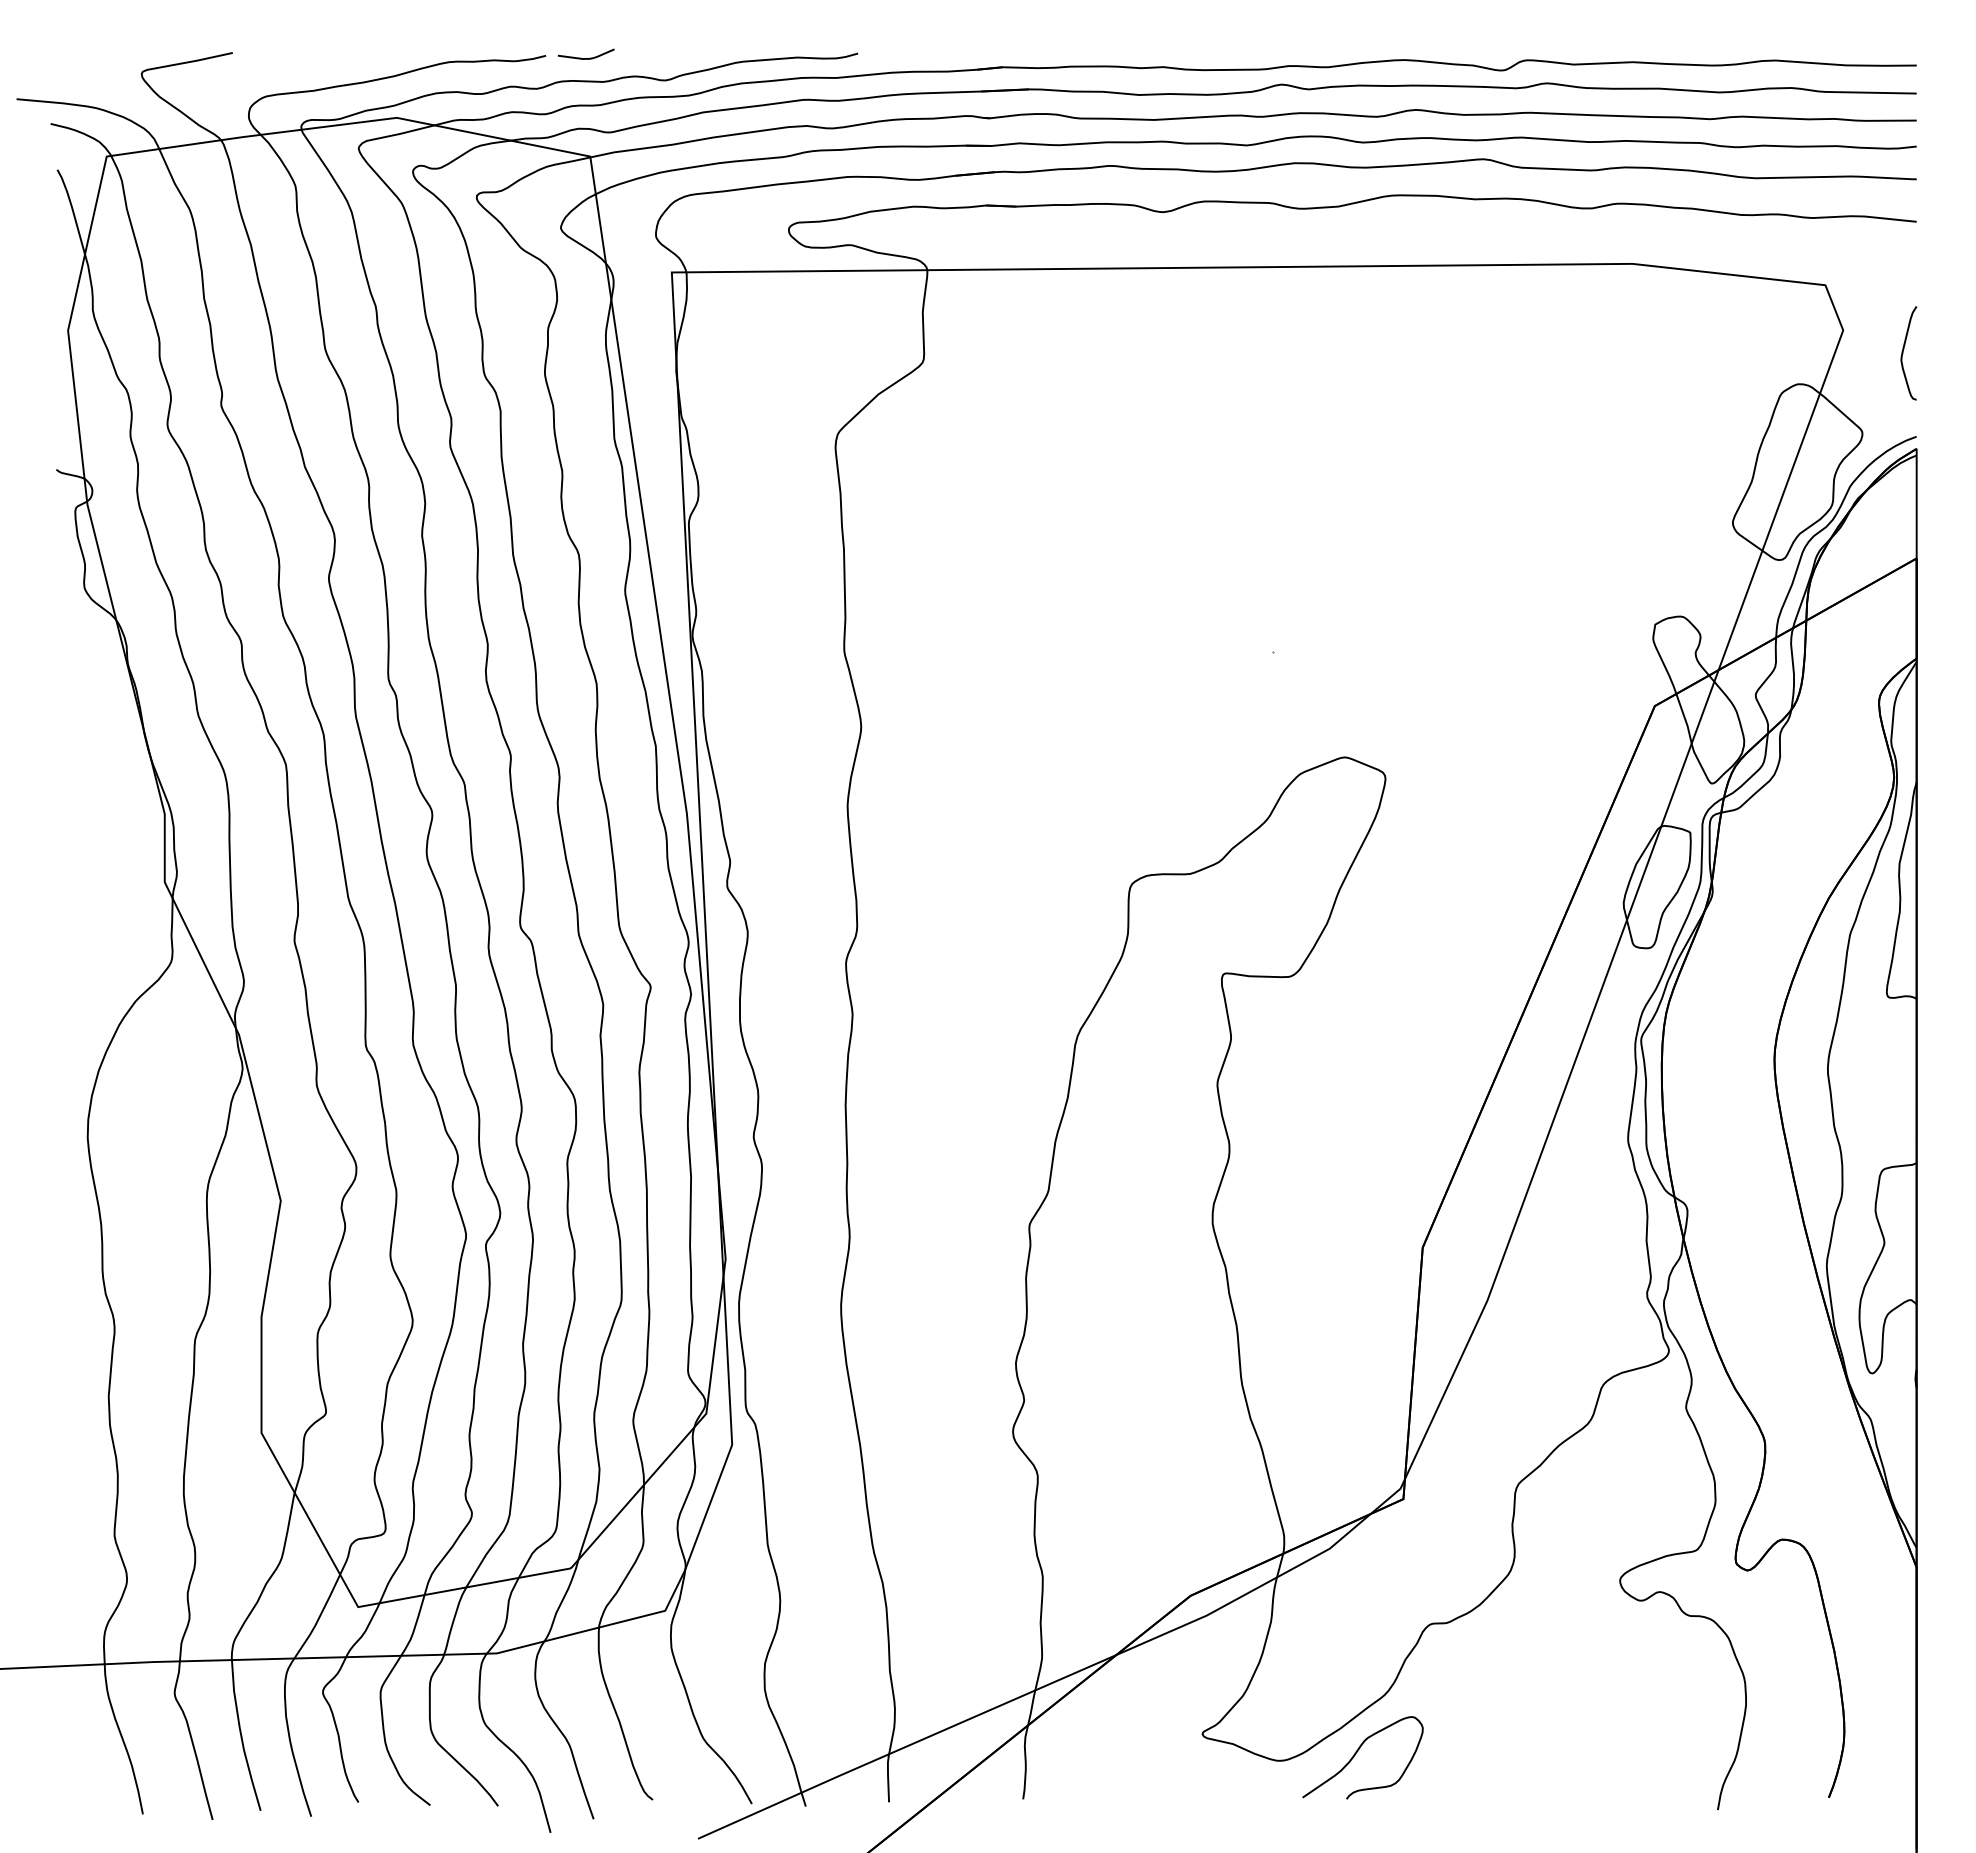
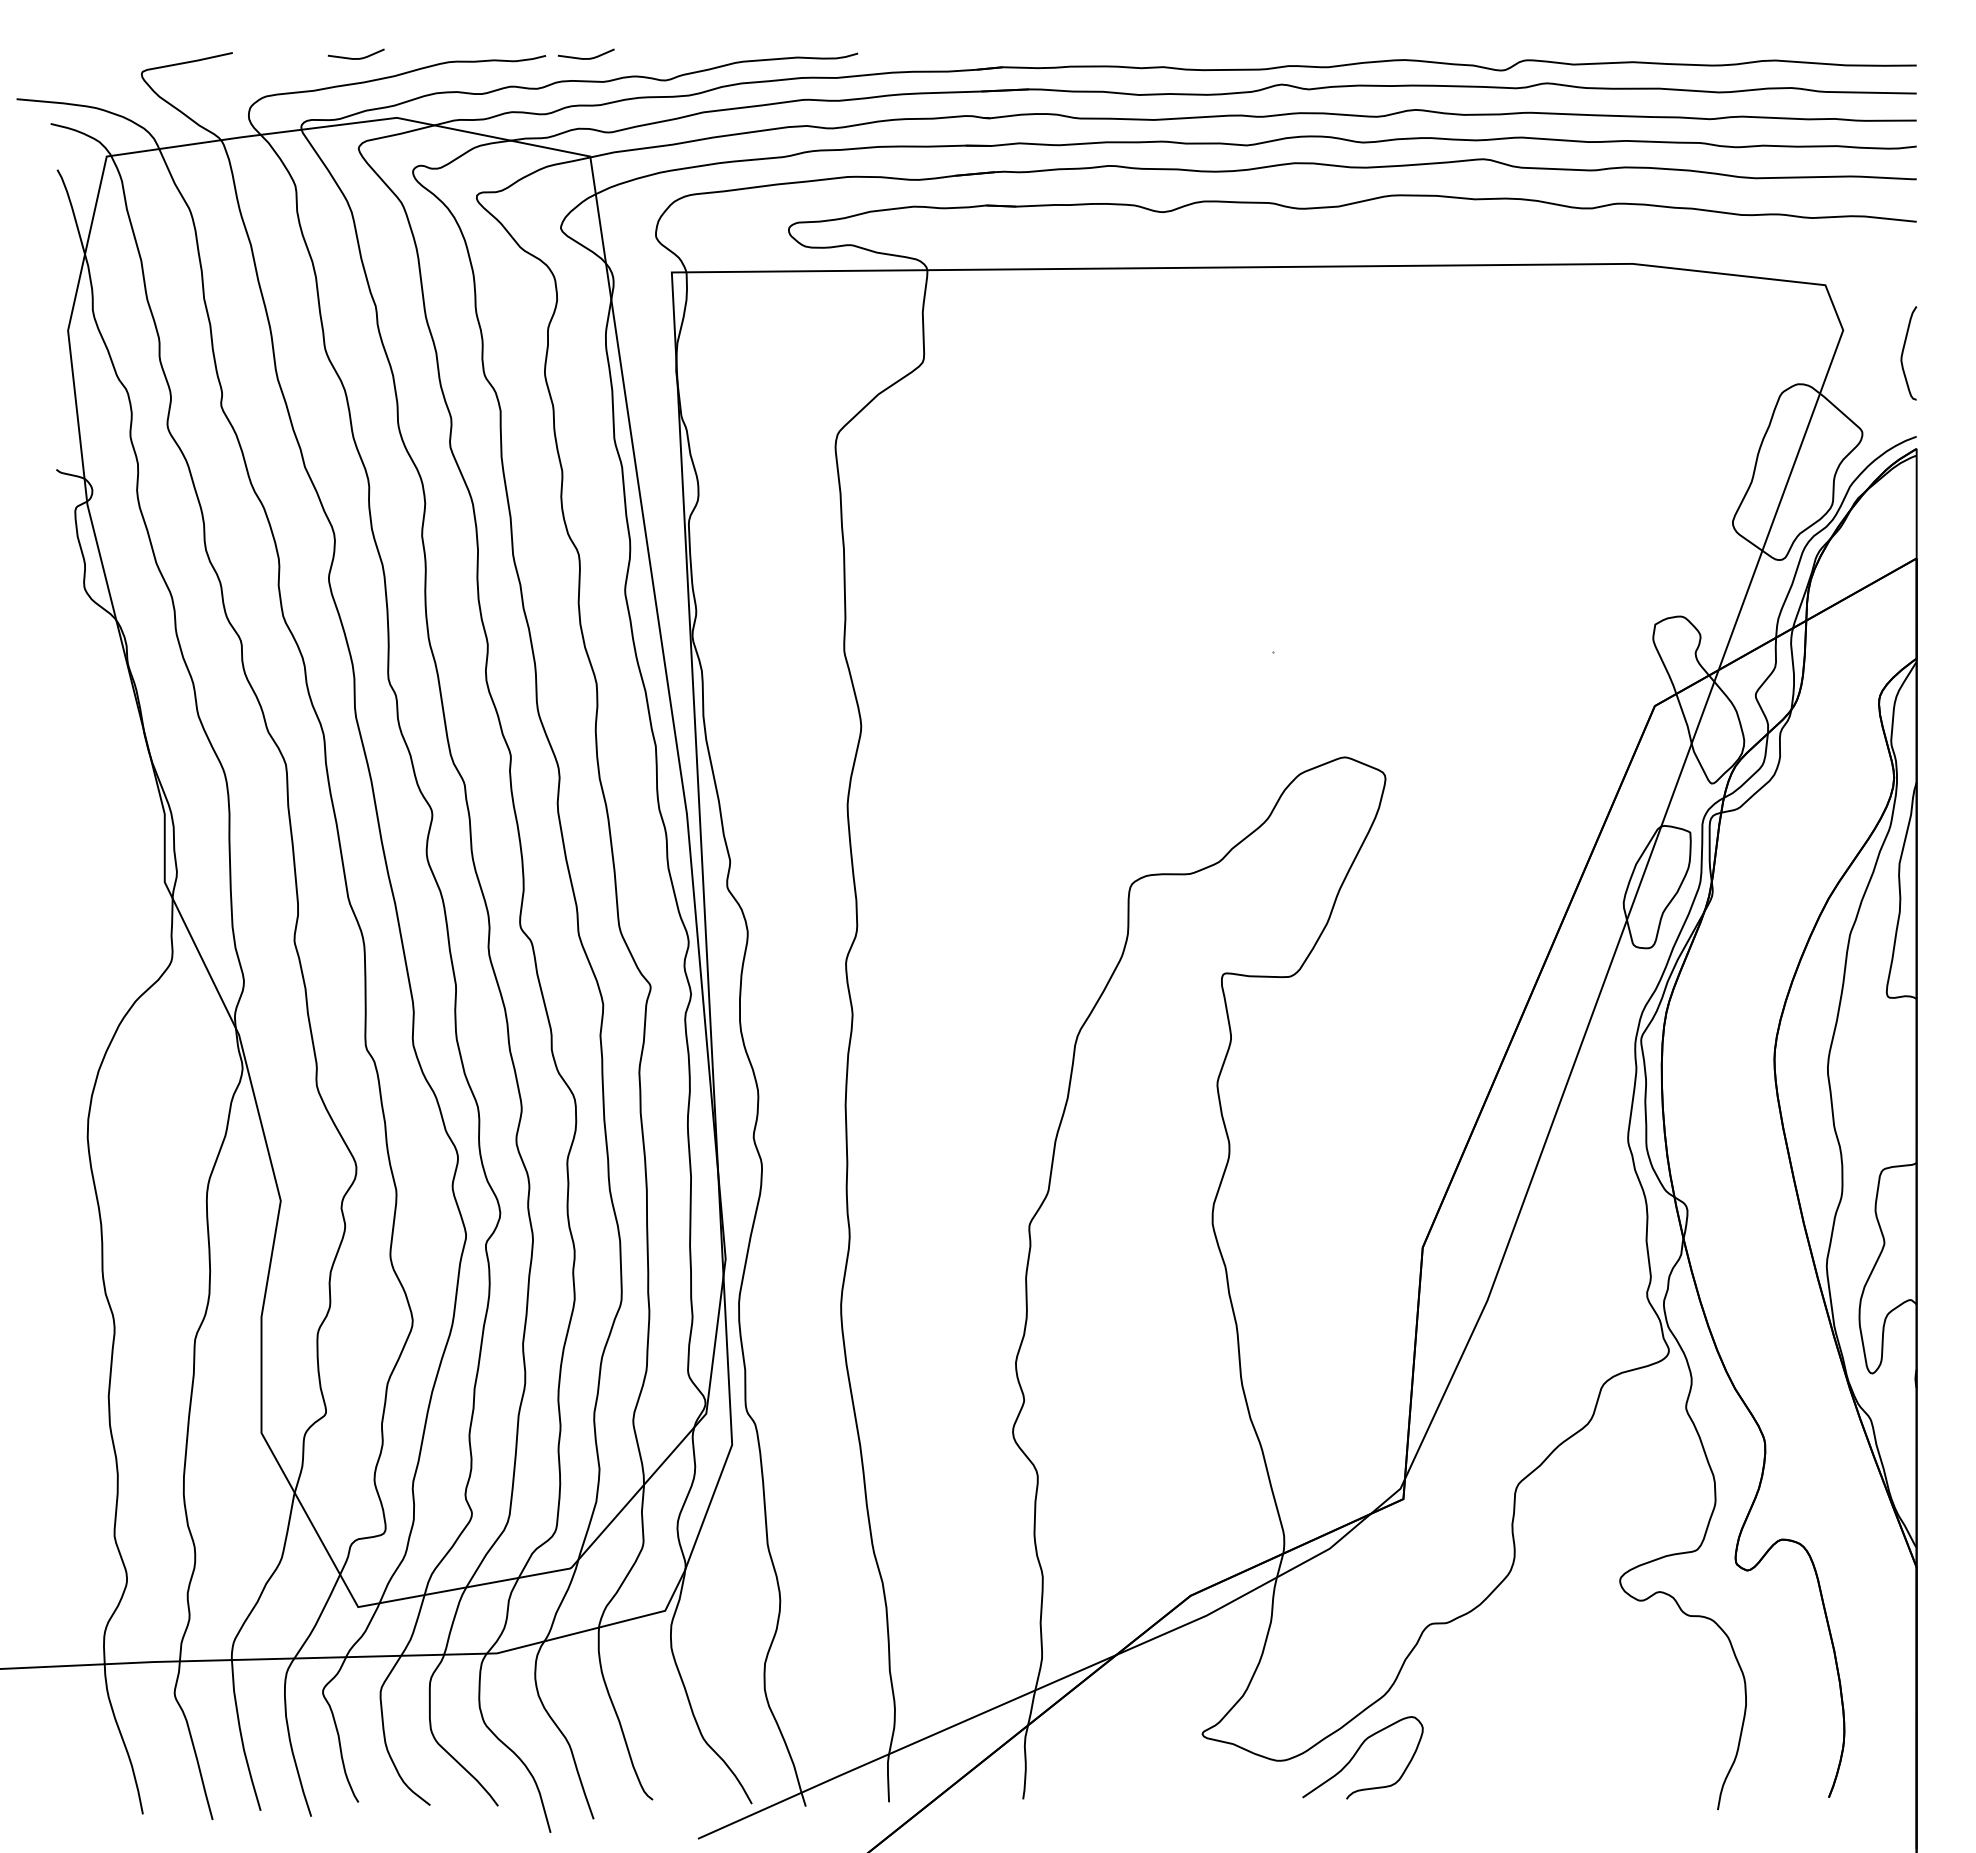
curve at (355, 58): none -> present
